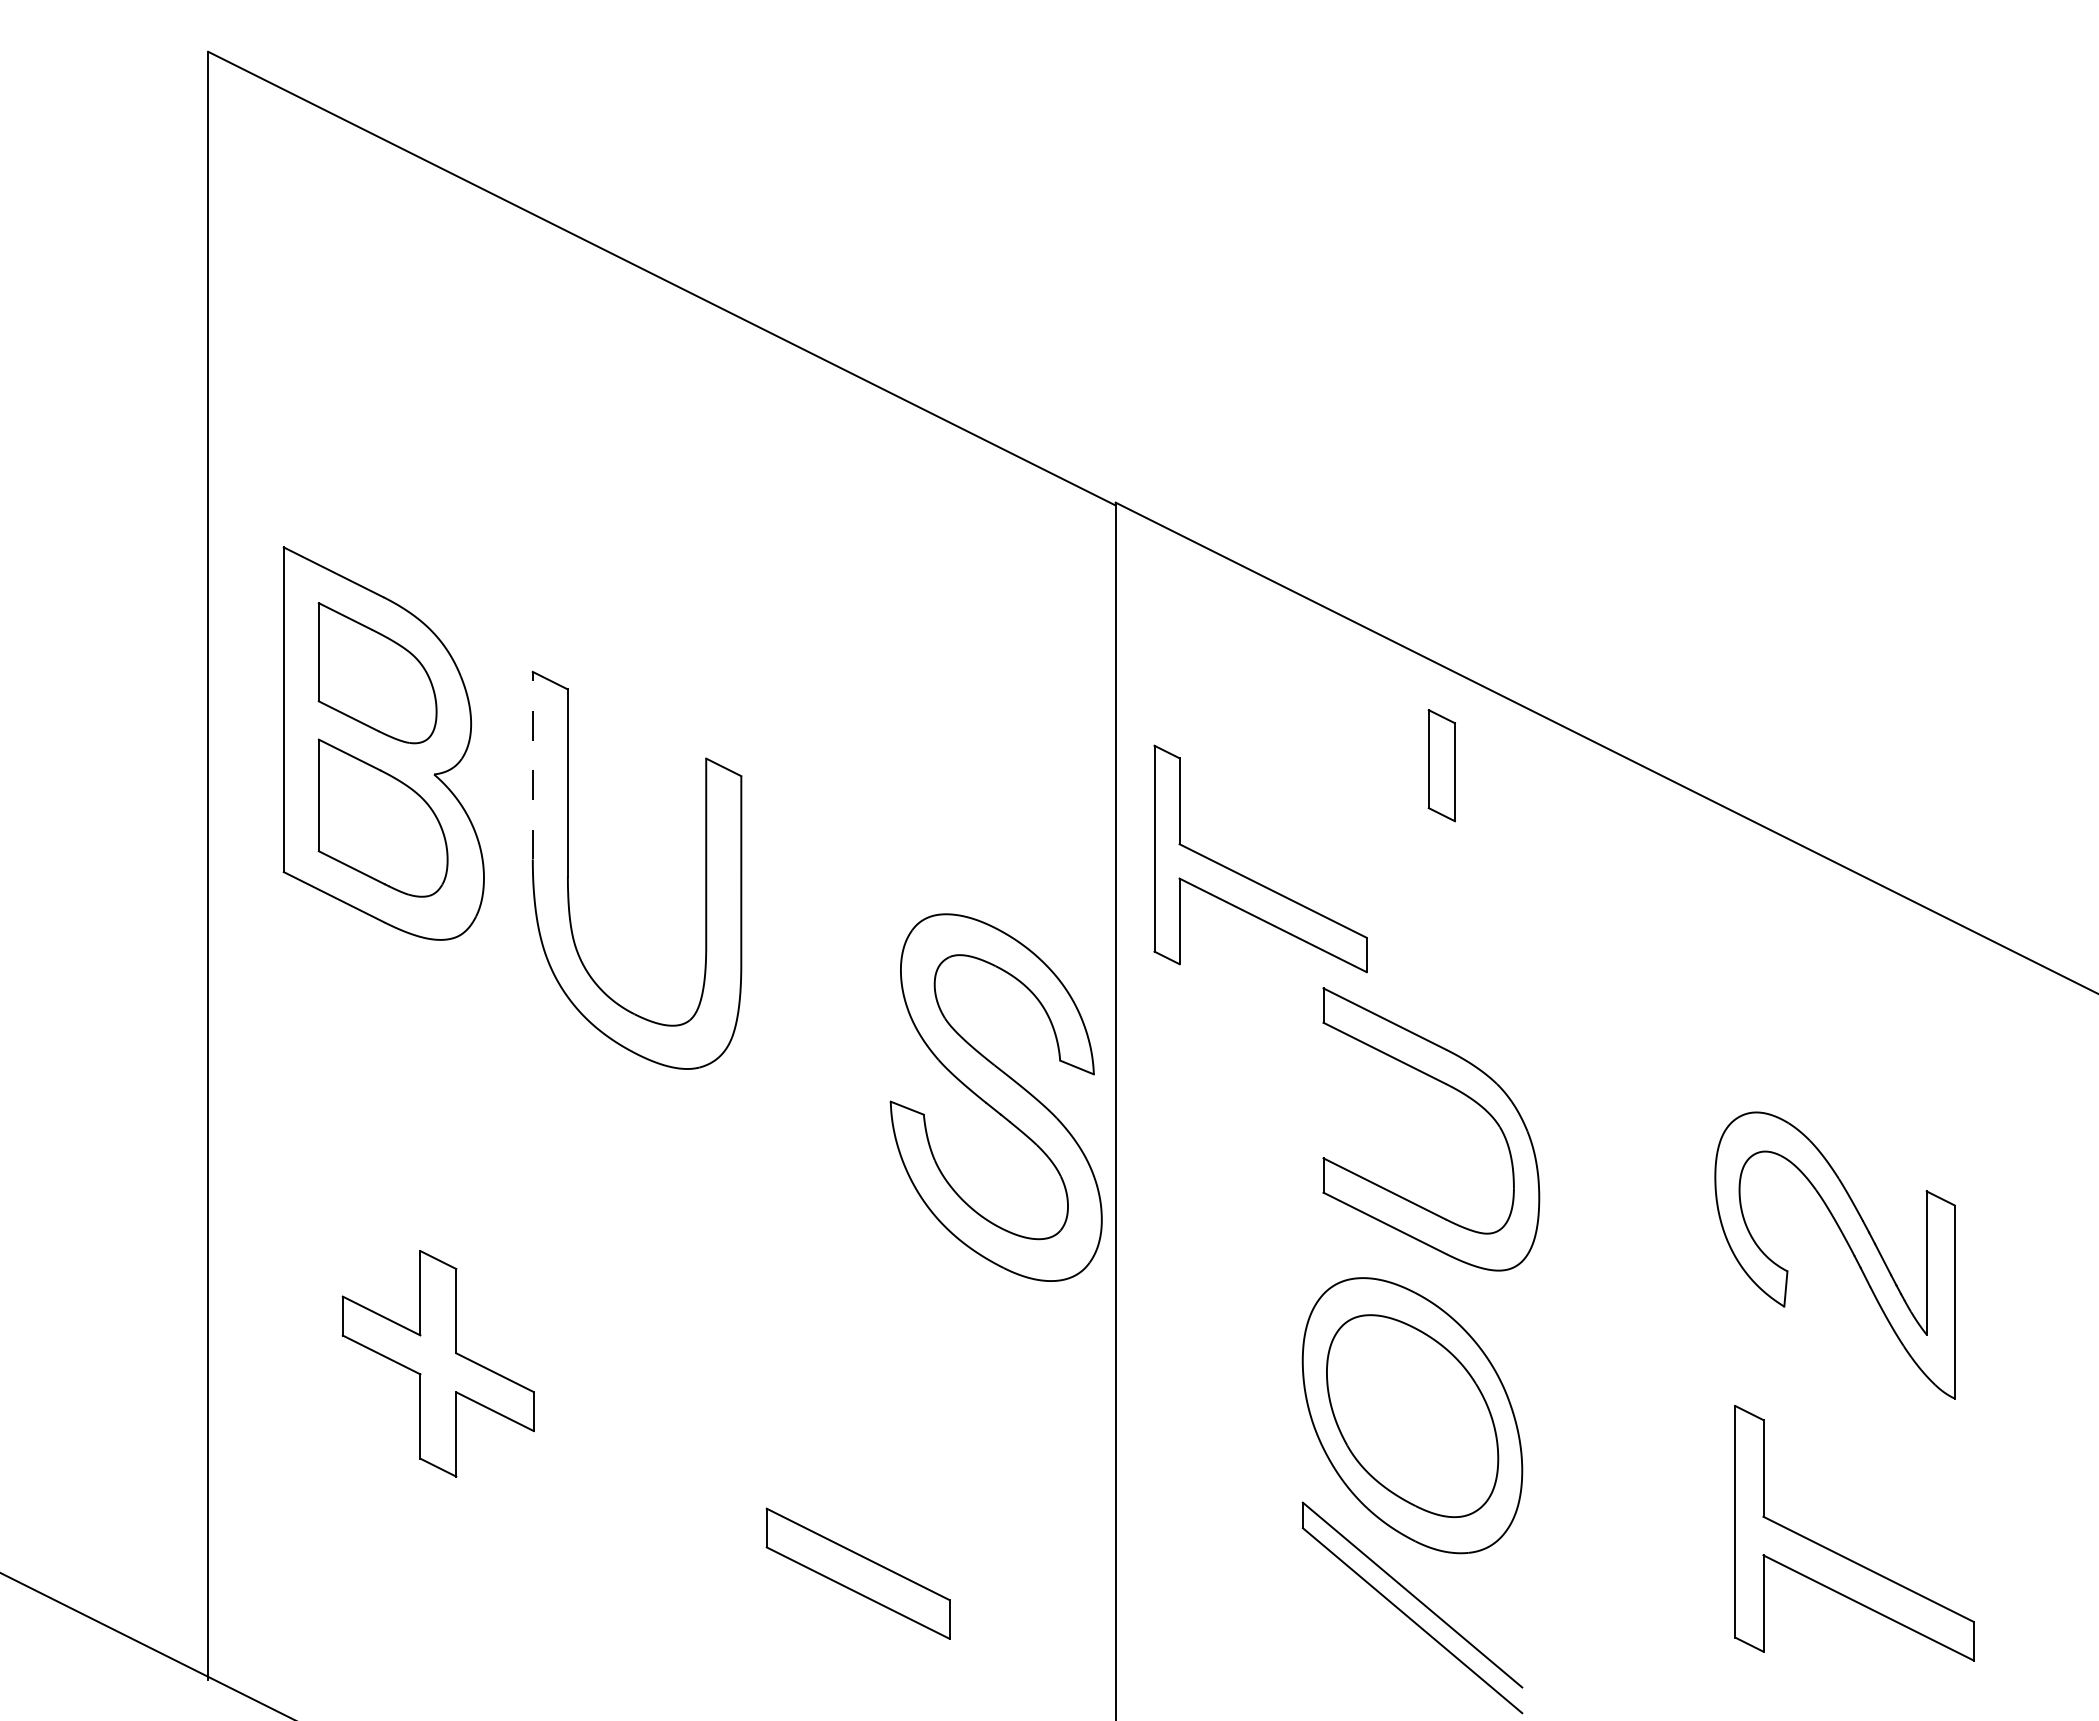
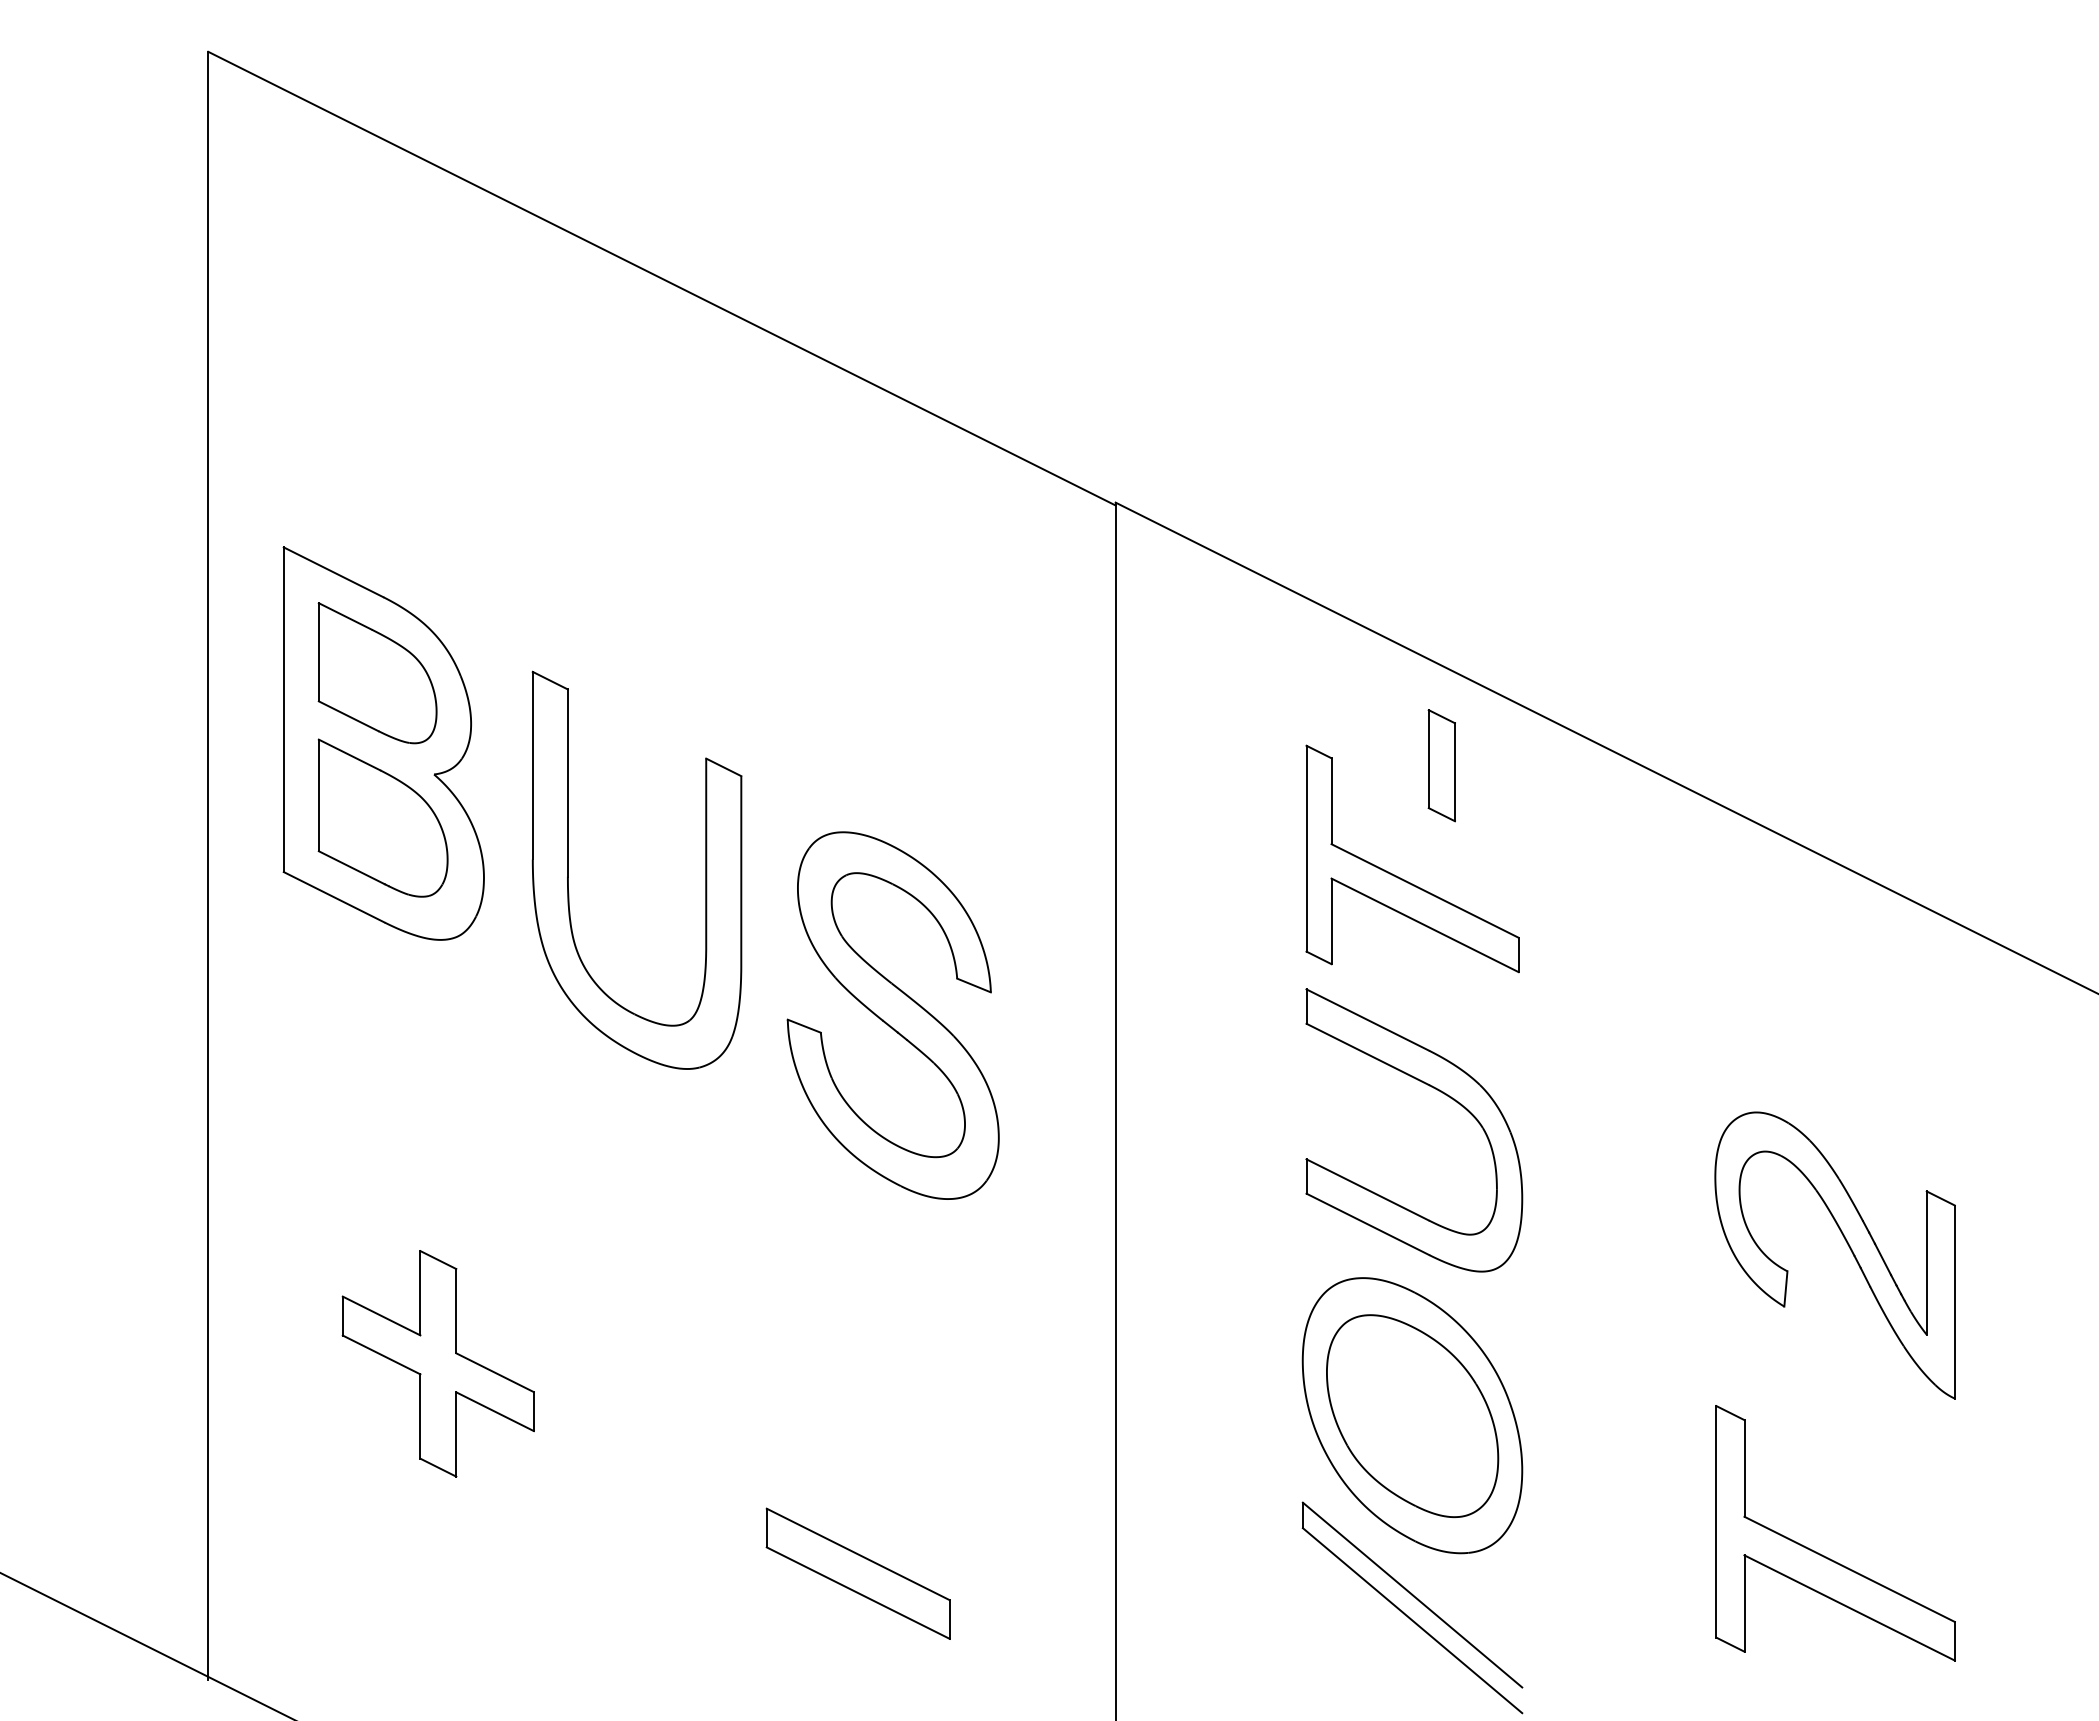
line at (532, 765): dashed -> solid
part at (1250, 878) position: (1250, 878) -> (1402, 878)
part at (1455, 1090) position: (1455, 1090) -> (1438, 1091)
part at (995, 1097) position: (995, 1097) -> (892, 1015)
part at (1843, 1555) position: (1843, 1555) -> (1824, 1555)
